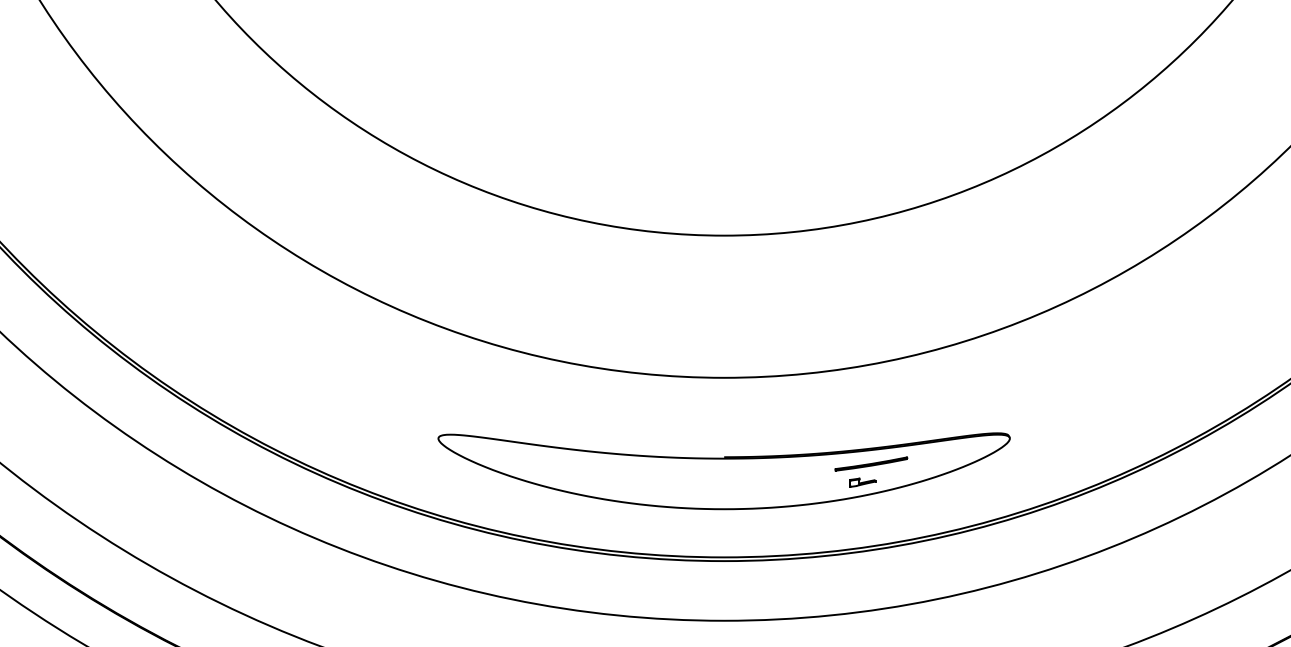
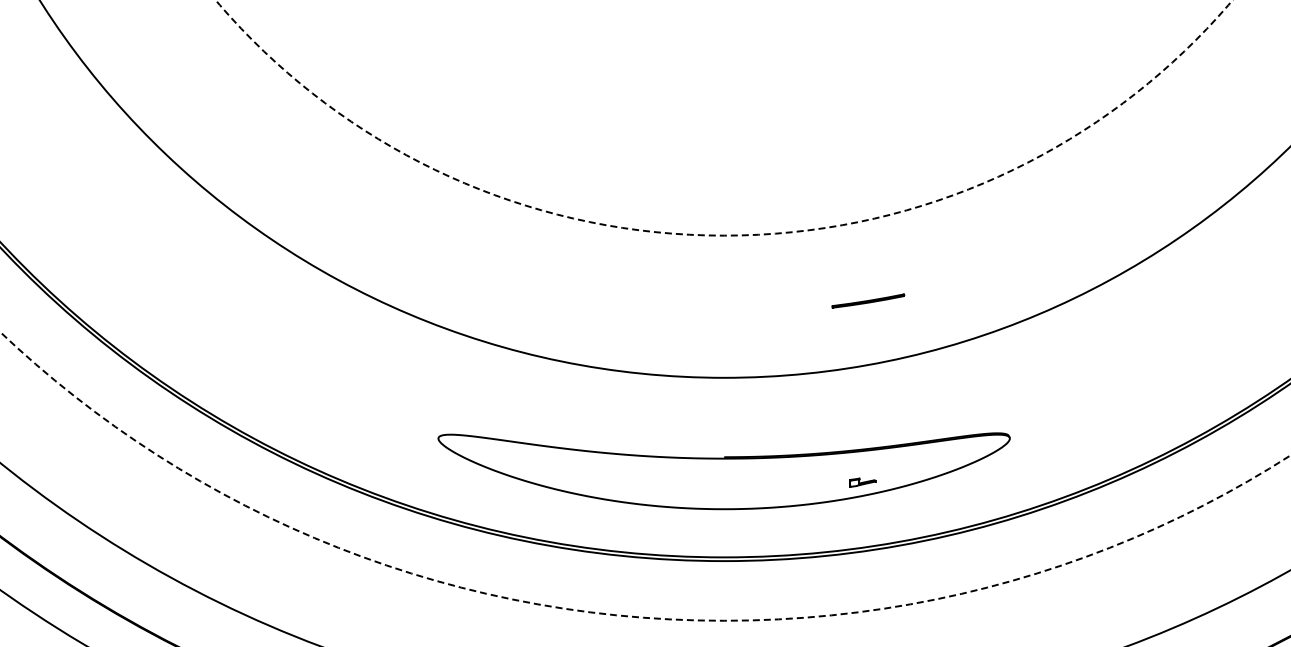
circle at (723, 117): solid -> dashed
part at (871, 463) position: (871, 463) -> (868, 300)
circle at (645, 476): solid -> dashed
